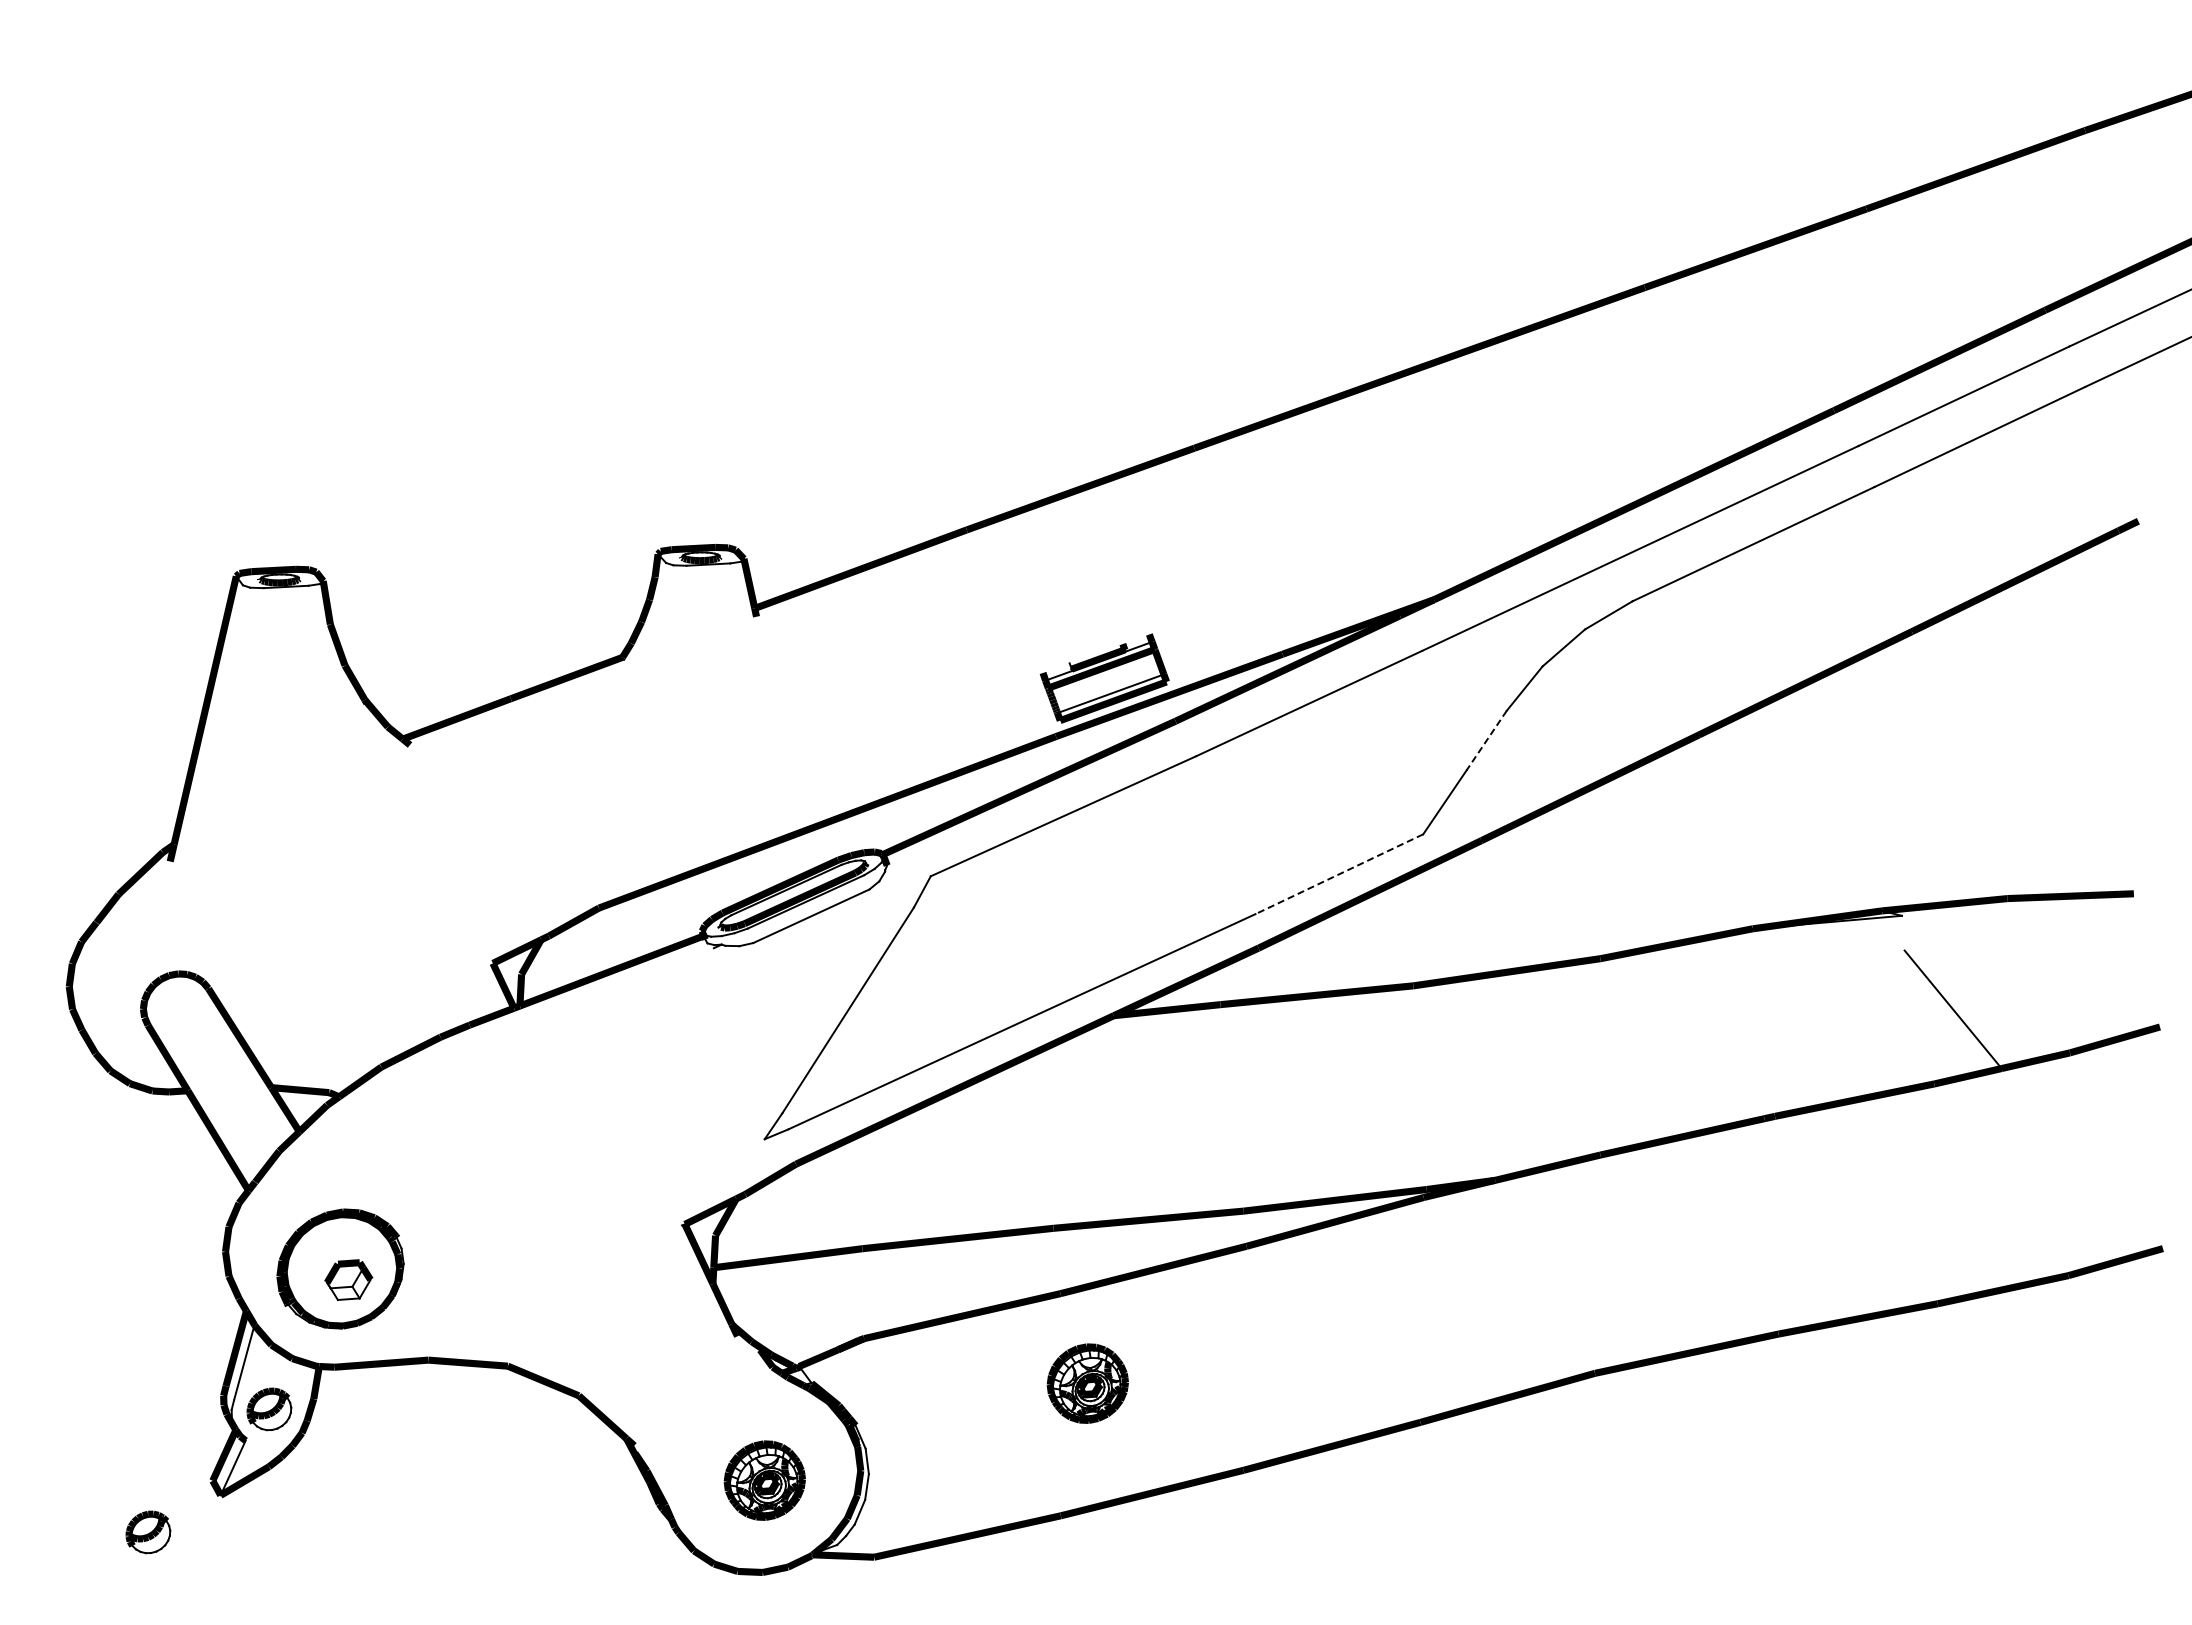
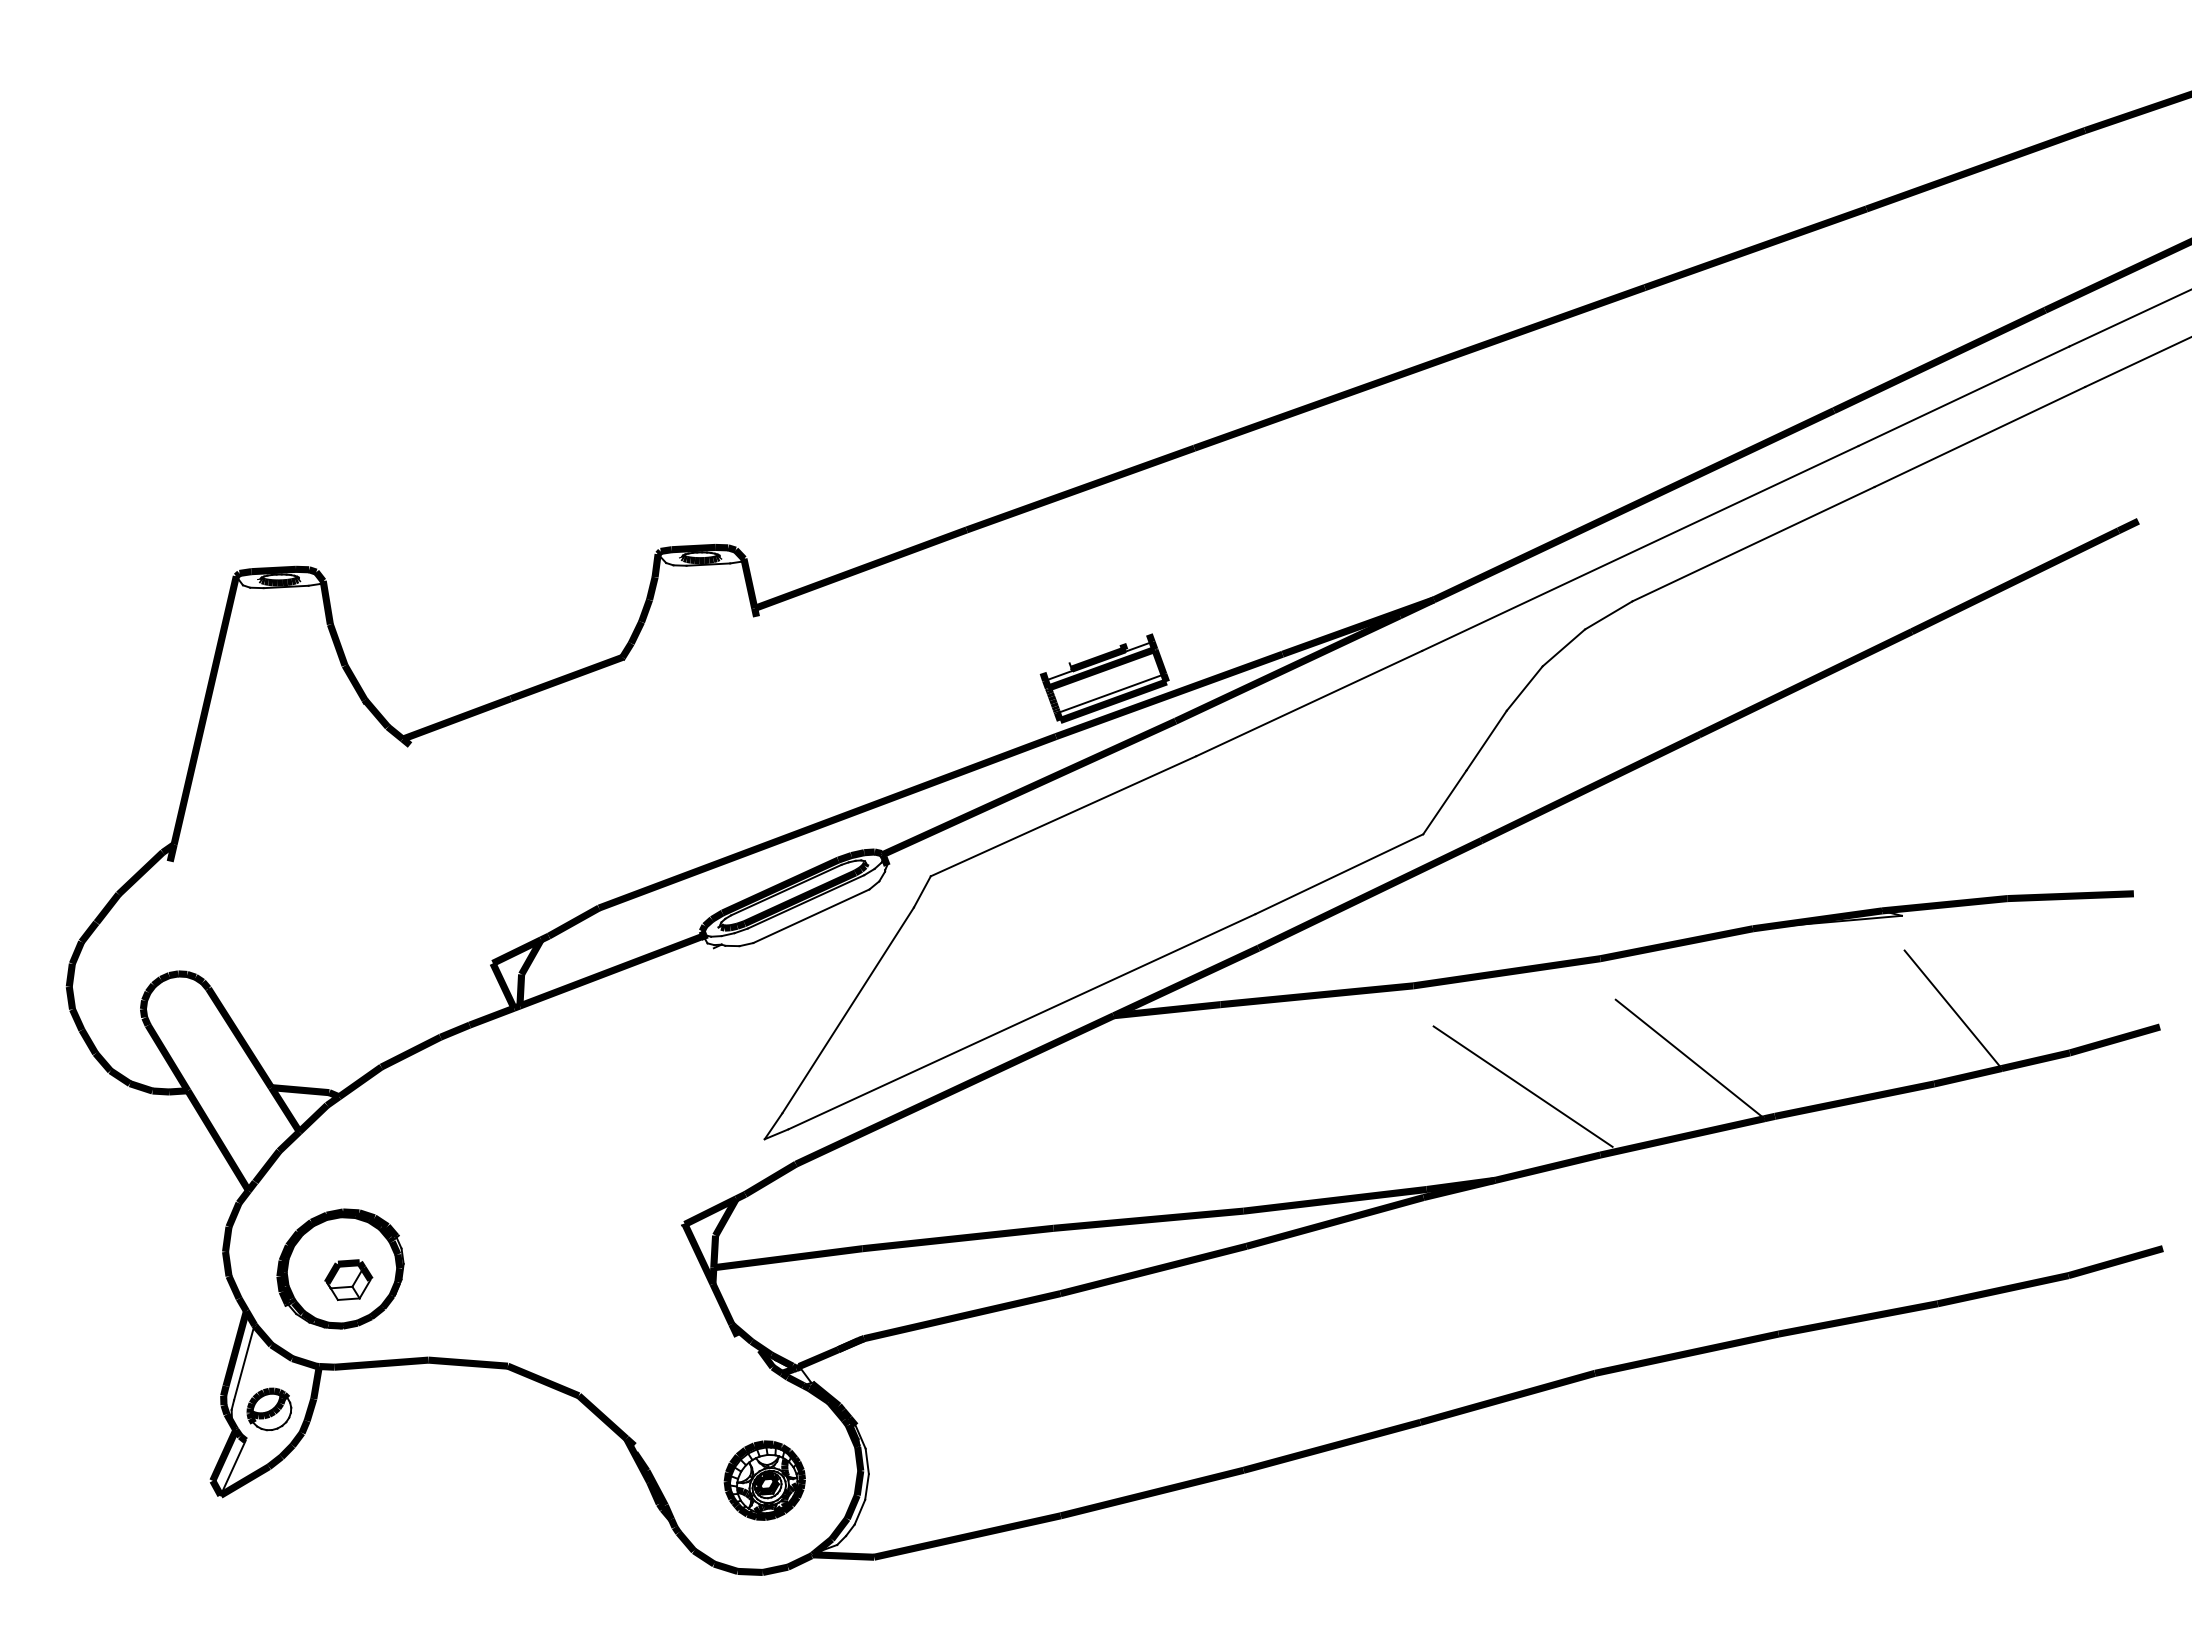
line at (1486, 741): dashed -> solid
line at (1339, 874): dashed -> solid
line at (1689, 1058): none -> present
line at (1522, 1086): none -> present
part at (1087, 1383): present -> none
part at (148, 1532): present -> none
